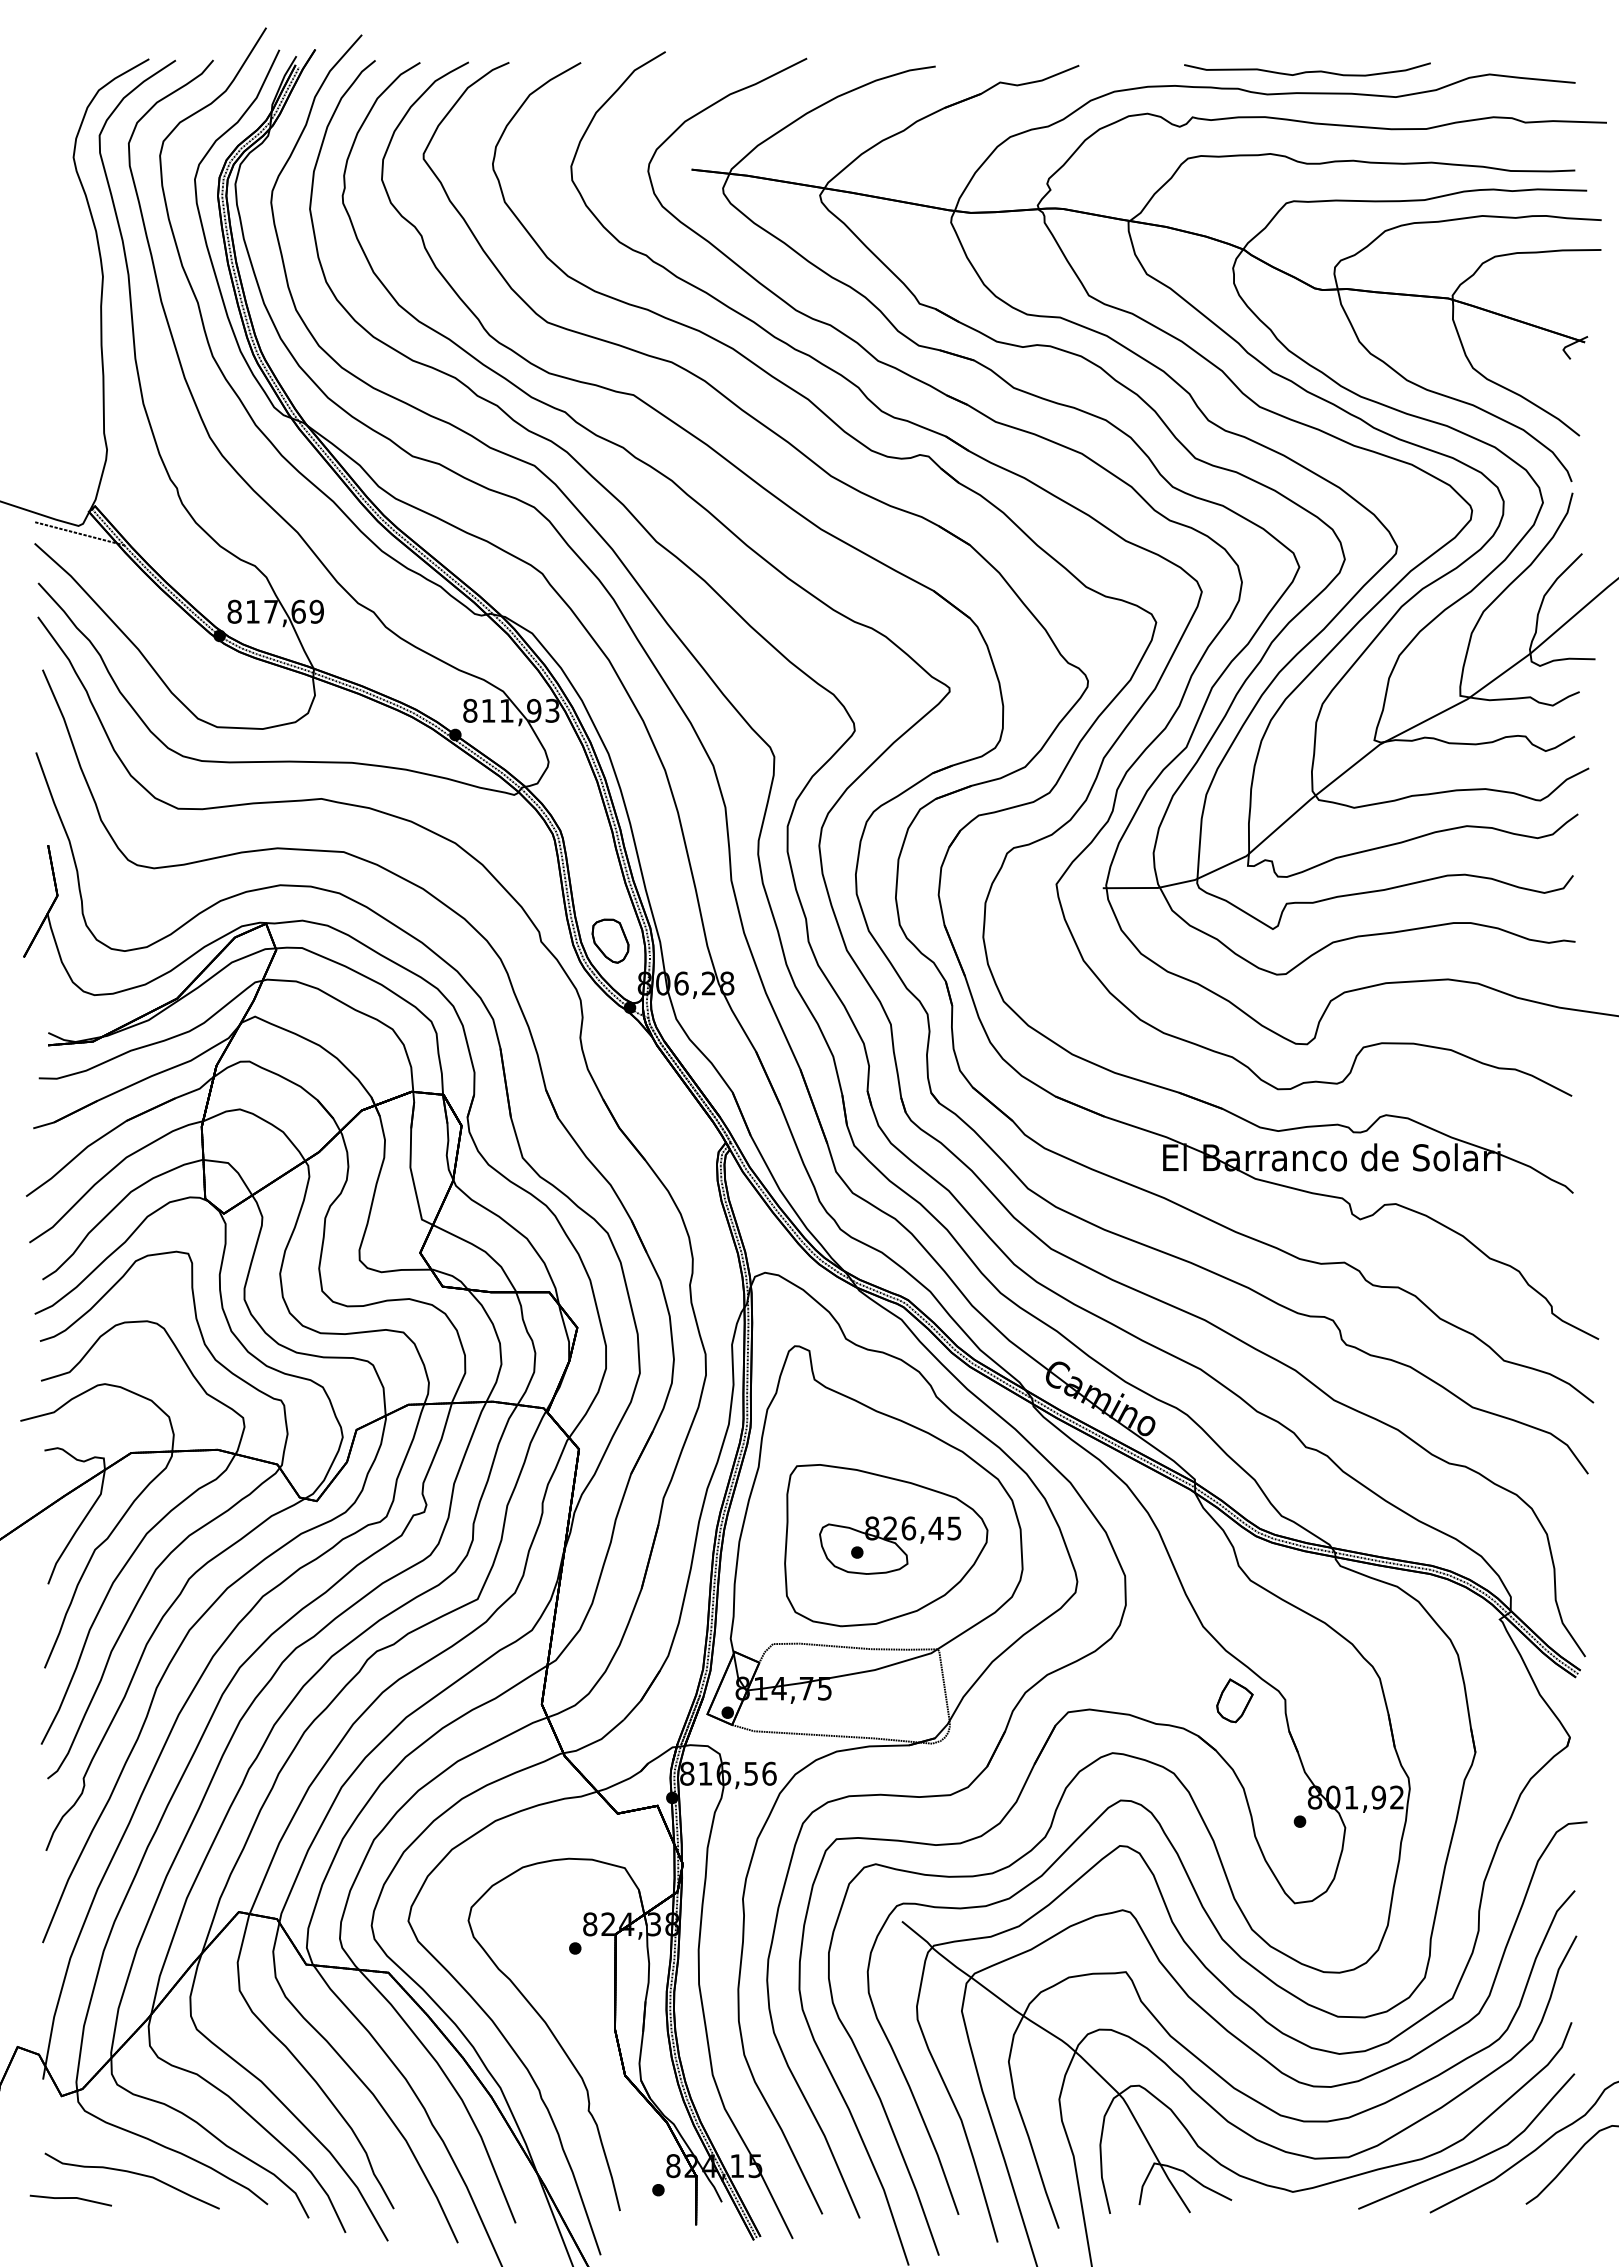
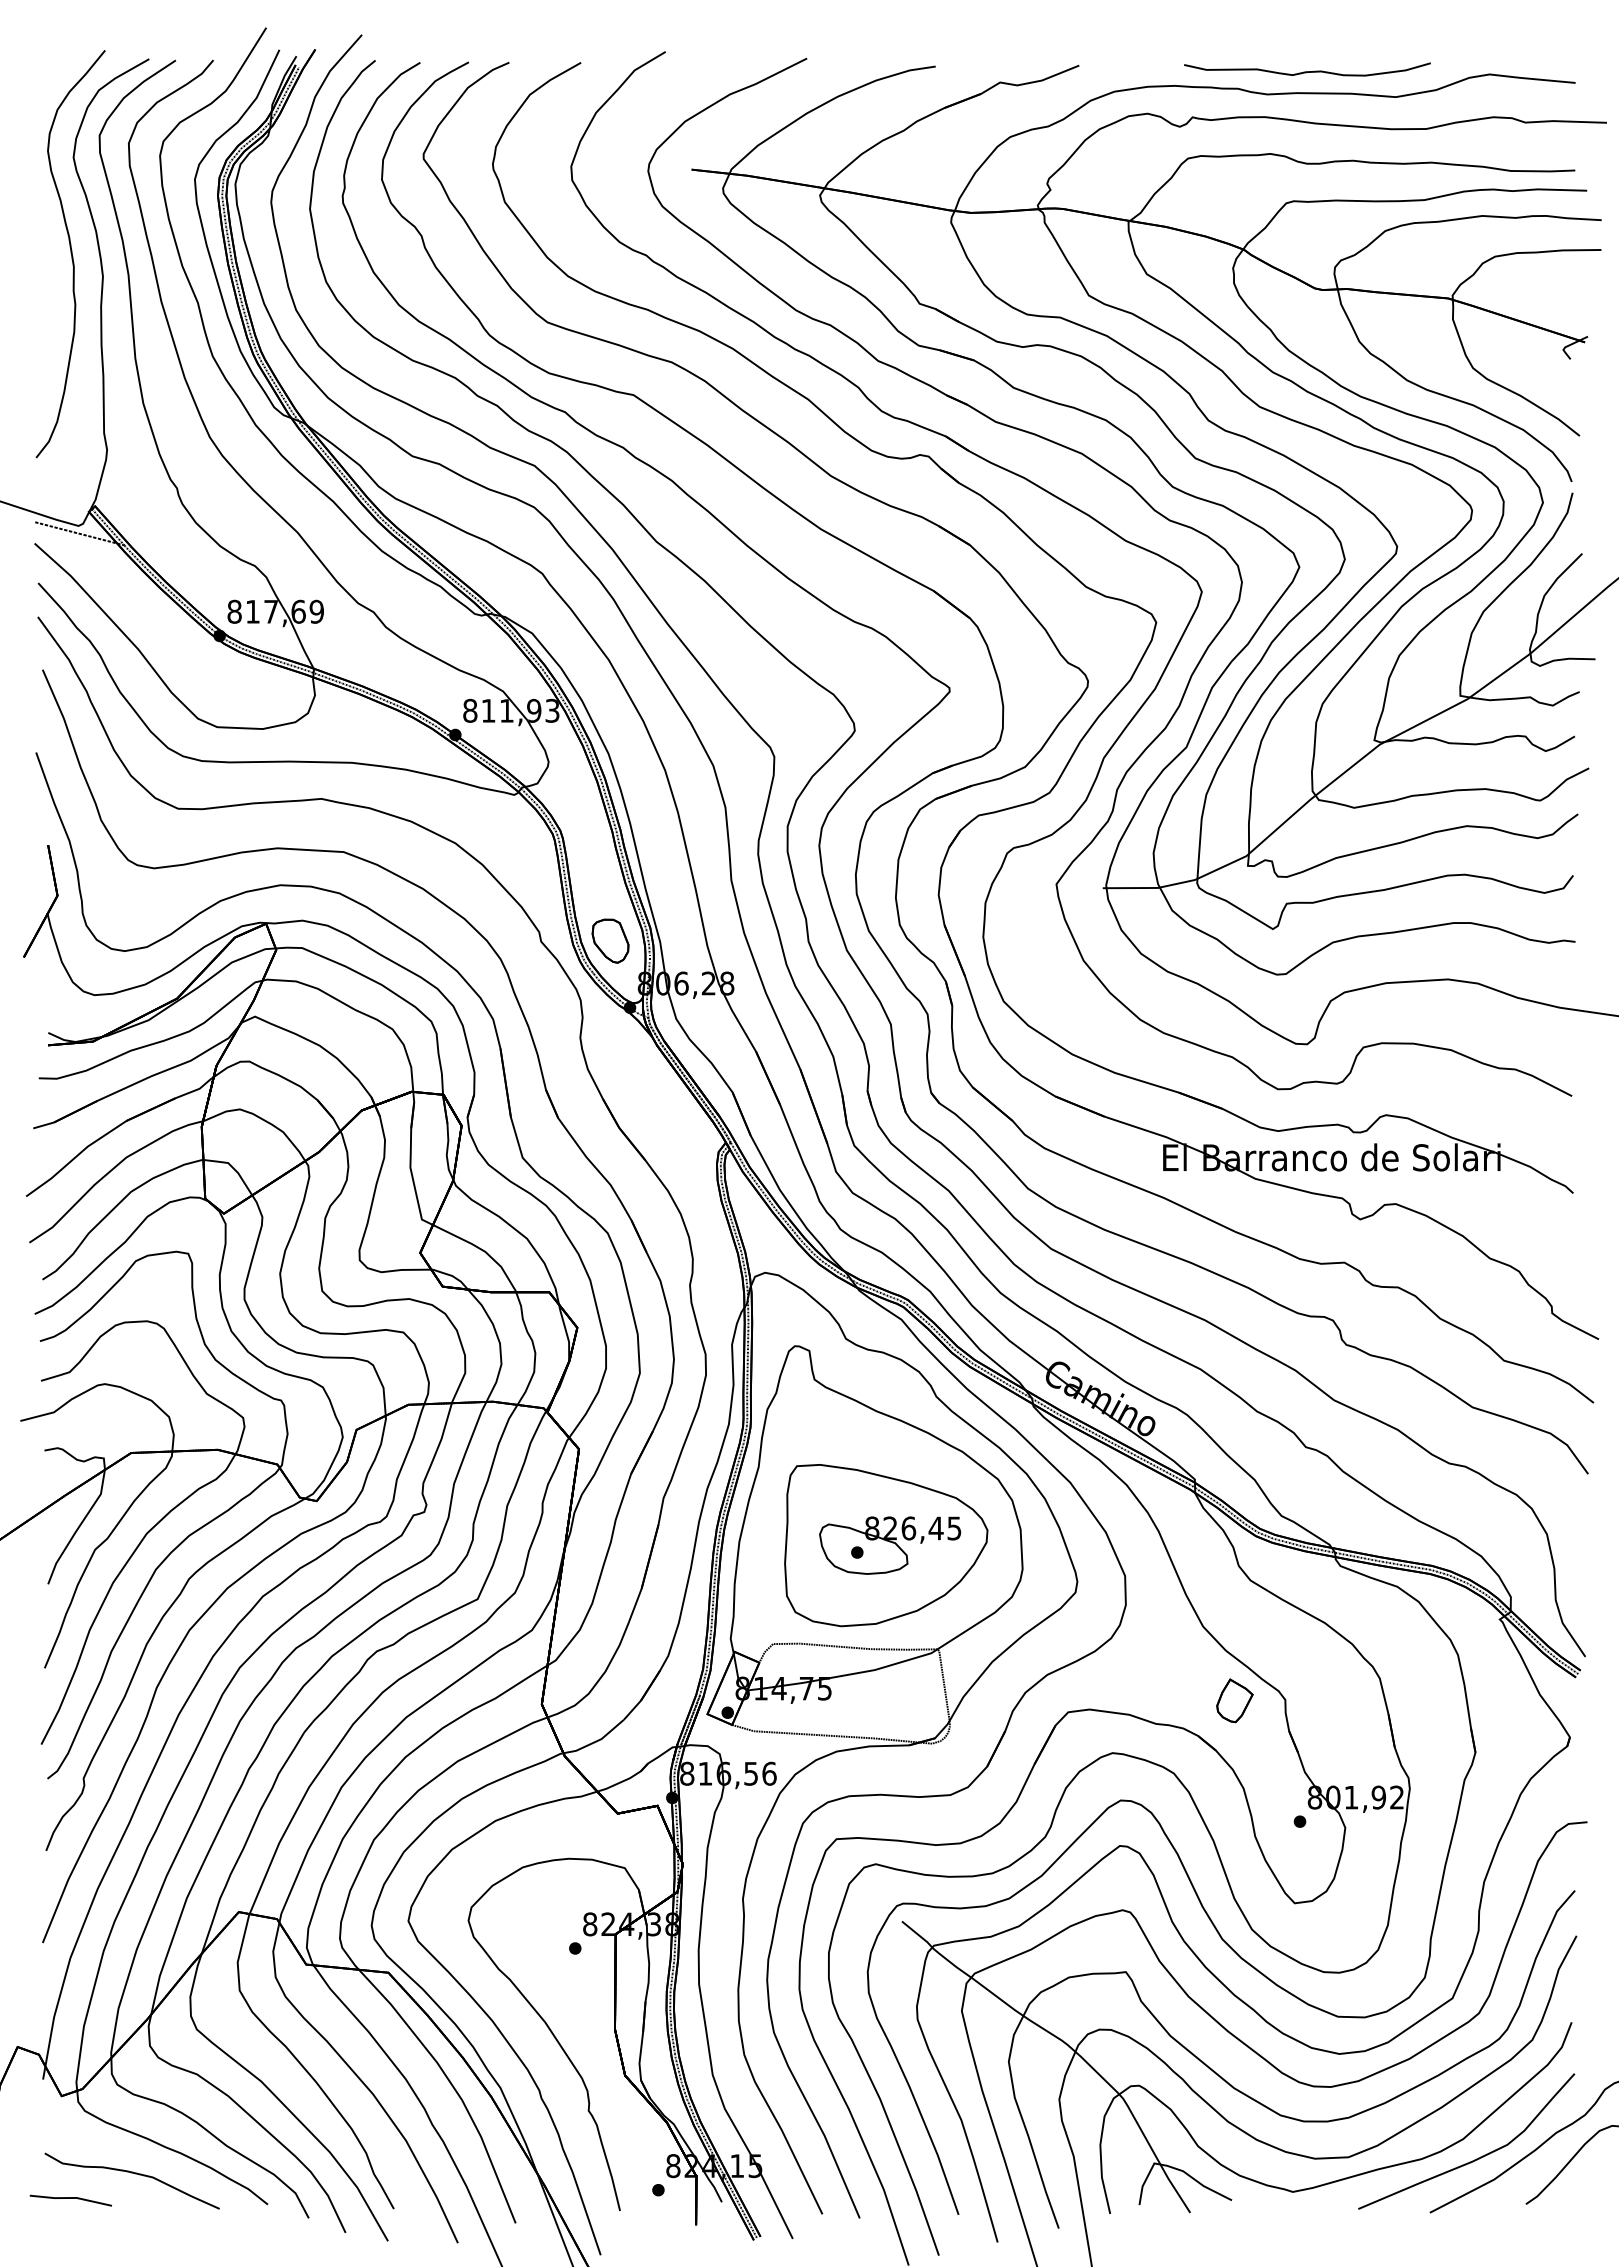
curve at (70, 253): none -> present
